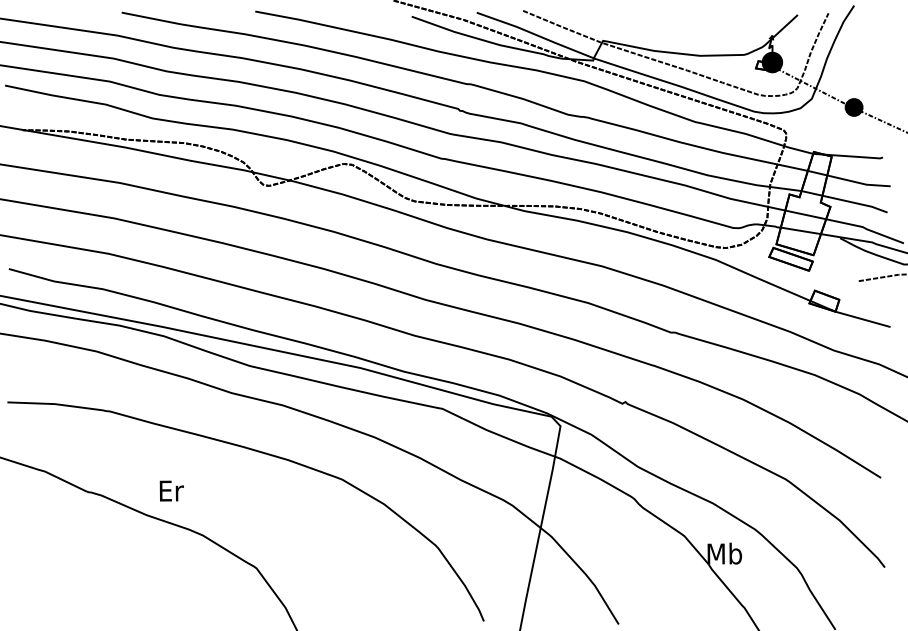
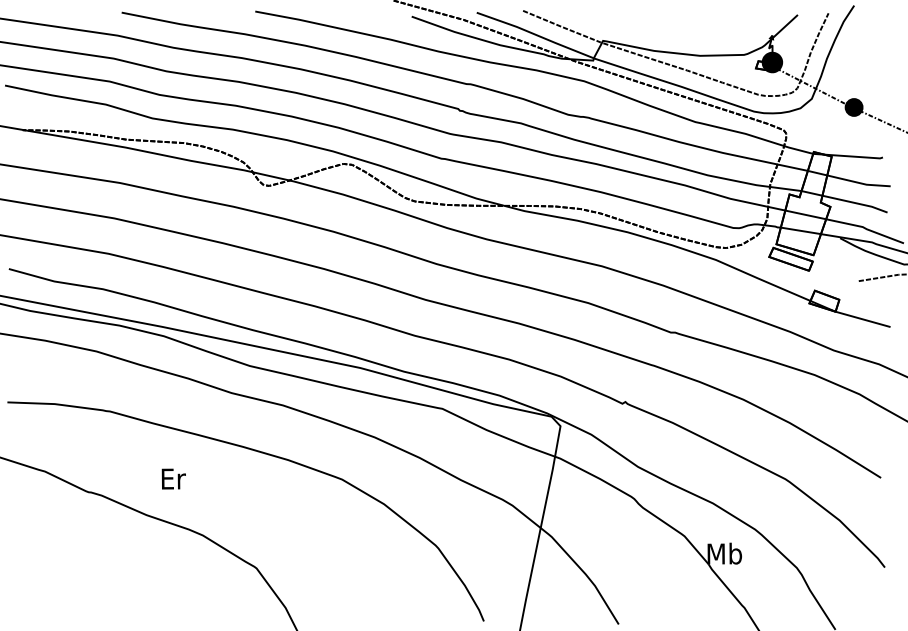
text at (171, 490) position: (171, 490) -> (173, 478)
